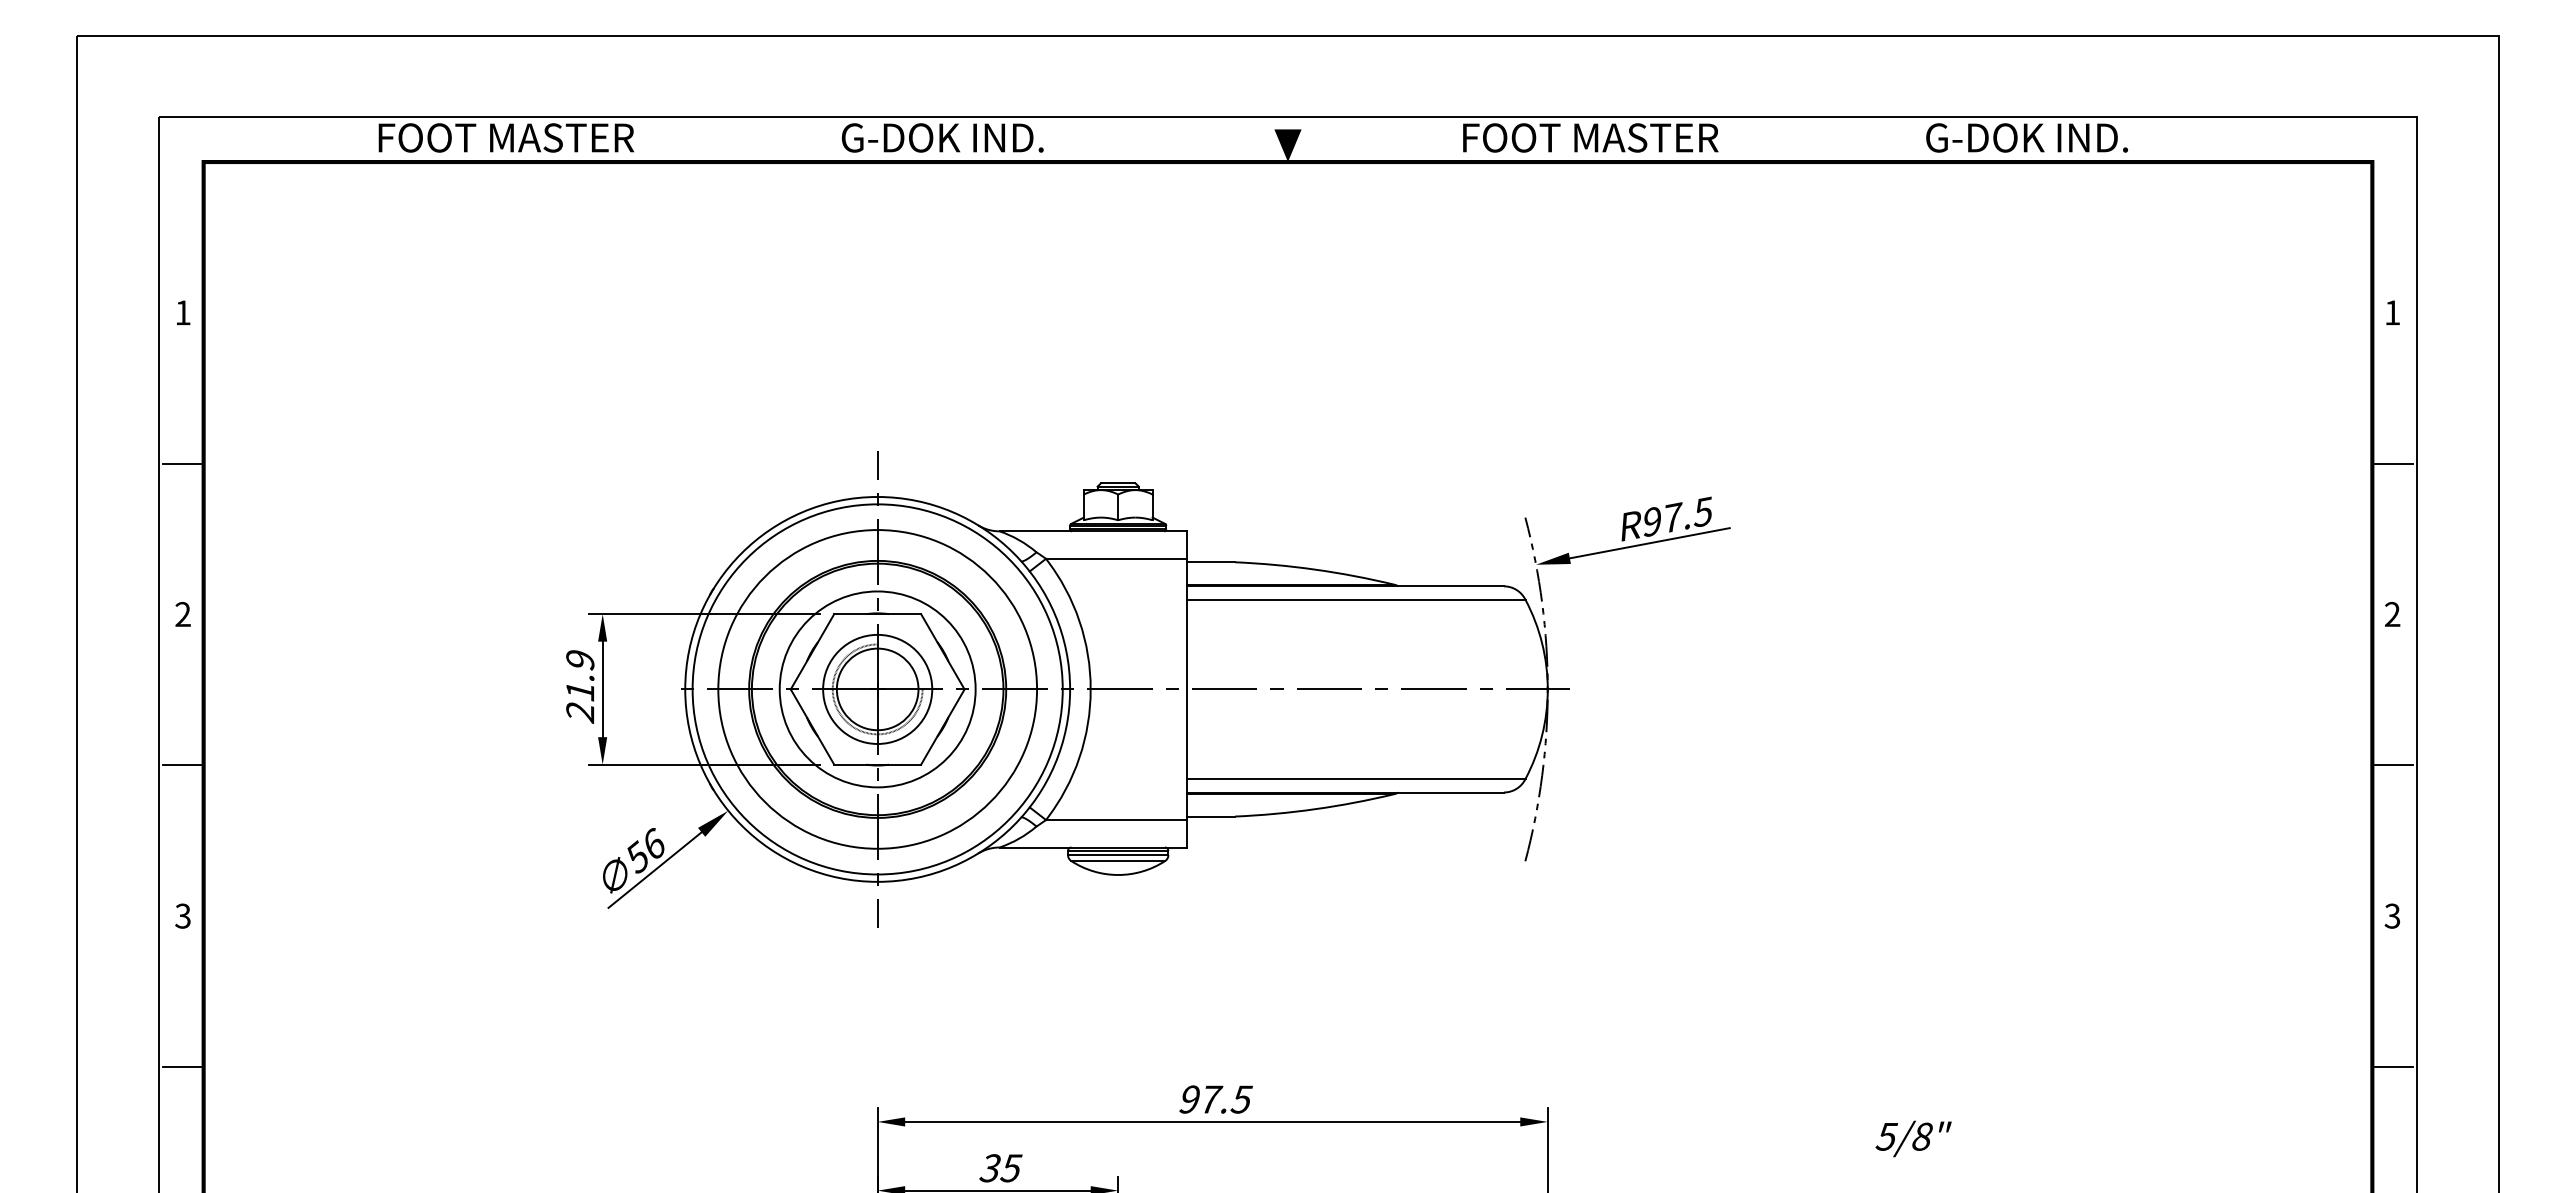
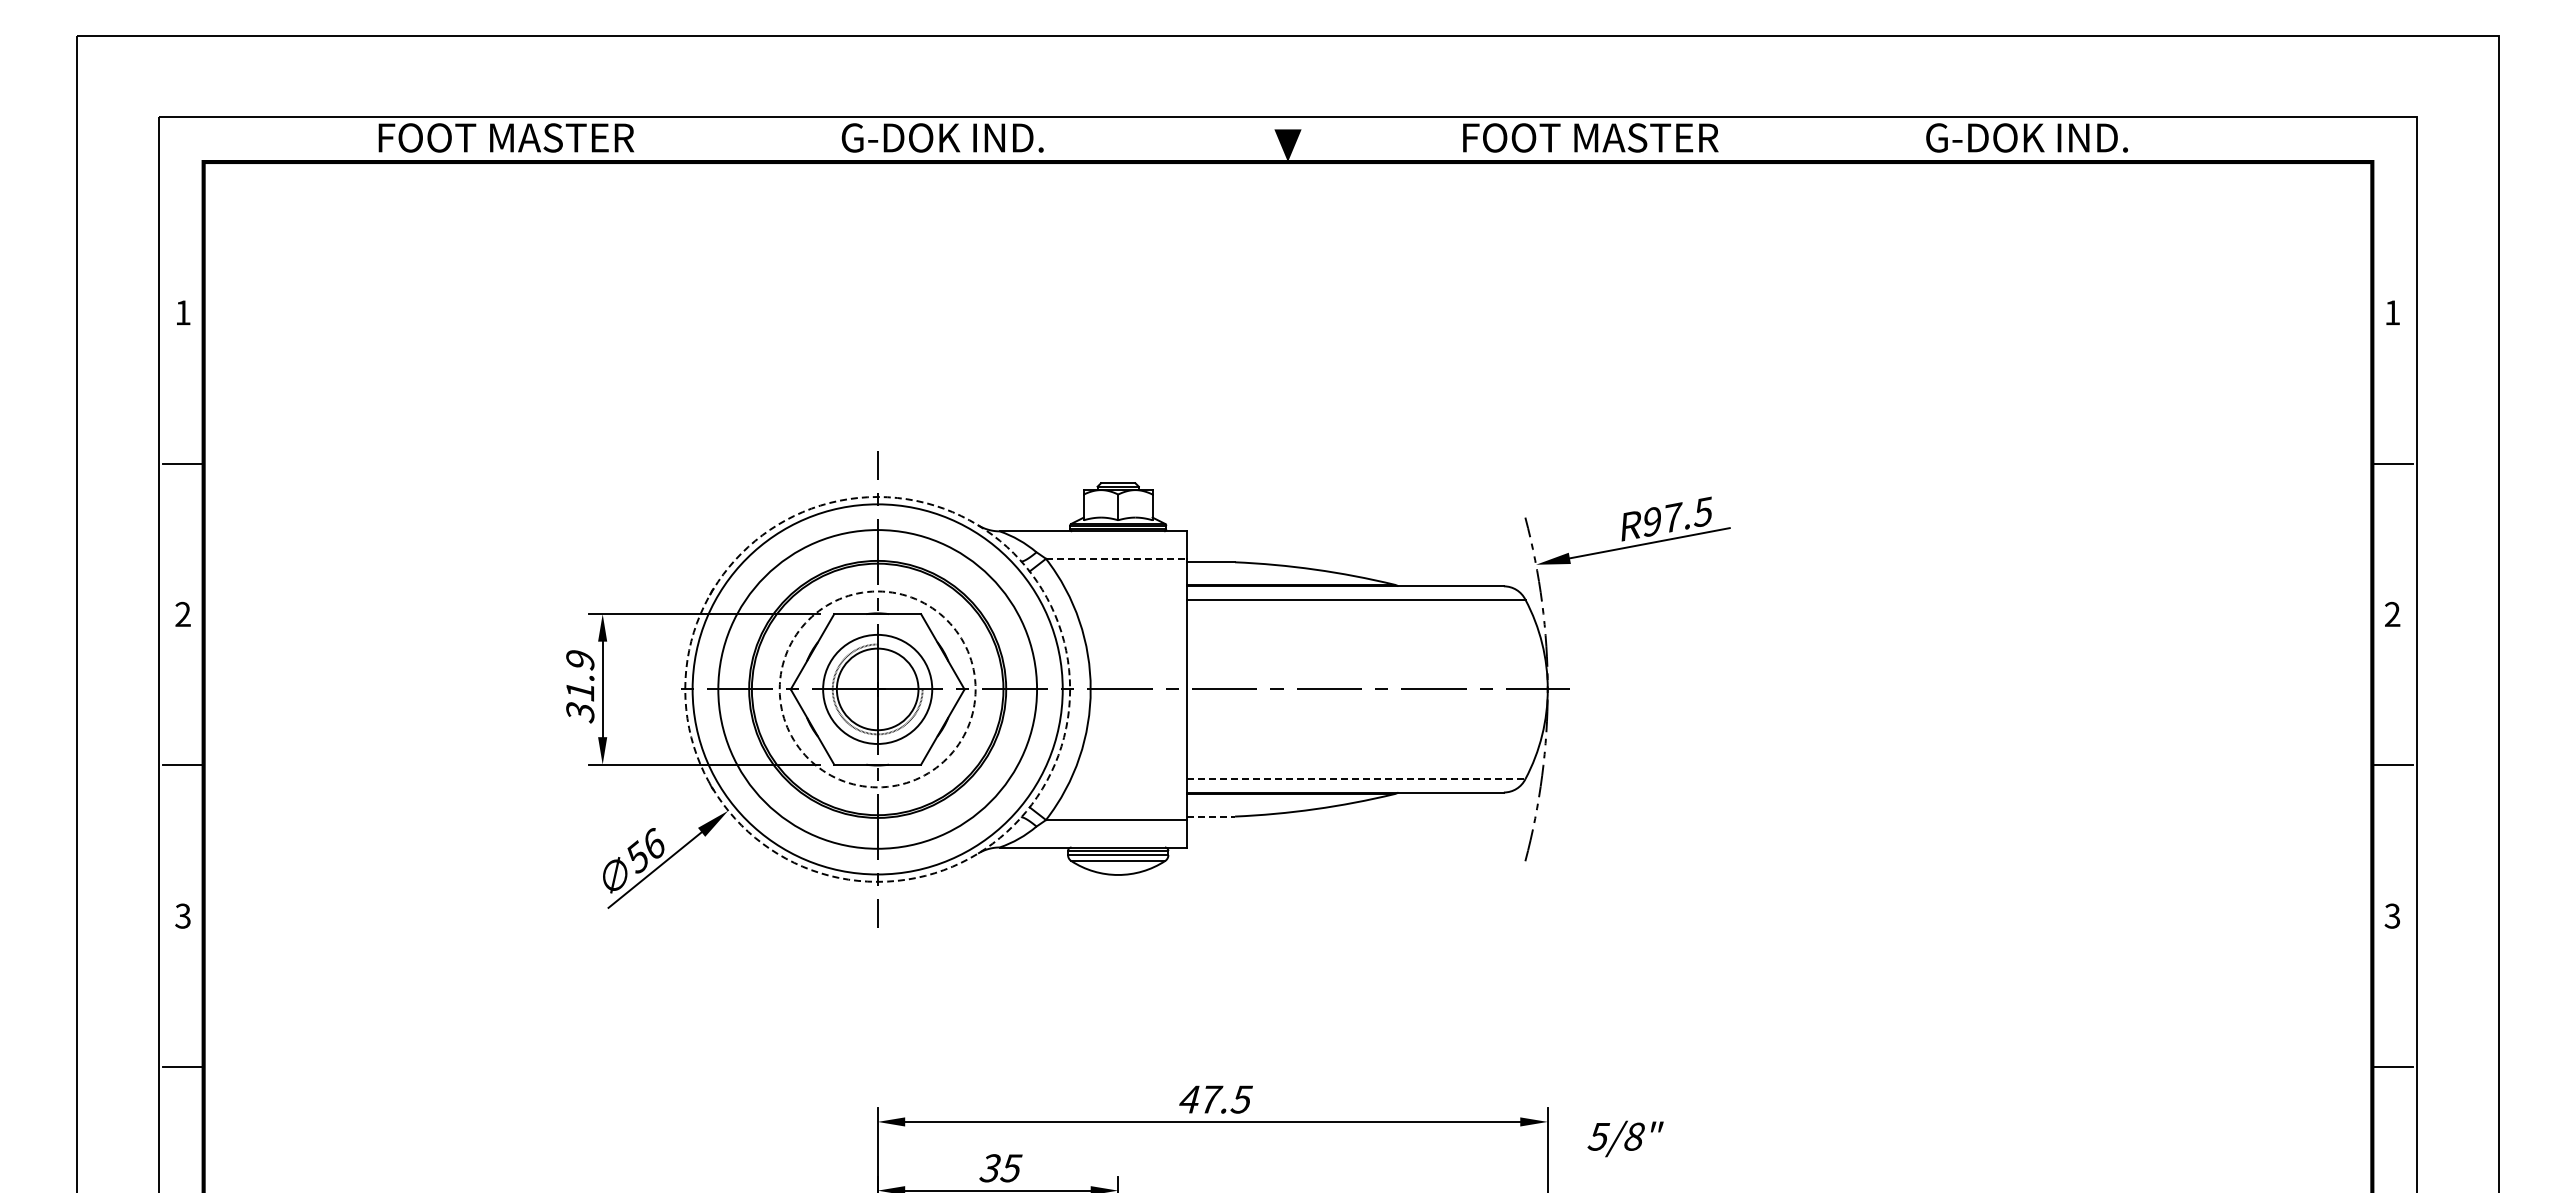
line at (1116, 558): solid -> dashed
circle at (877, 688): solid -> dashed
circle at (877, 689): solid -> dashed
text at (580, 712): 21.9 -> 31.9
line at (1356, 779): solid -> dashed
line at (1211, 816): solid -> dashed
text at (1189, 1099): 97.5 -> 47.5
text at (1913, 1138) position: (1913, 1138) -> (1625, 1138)
